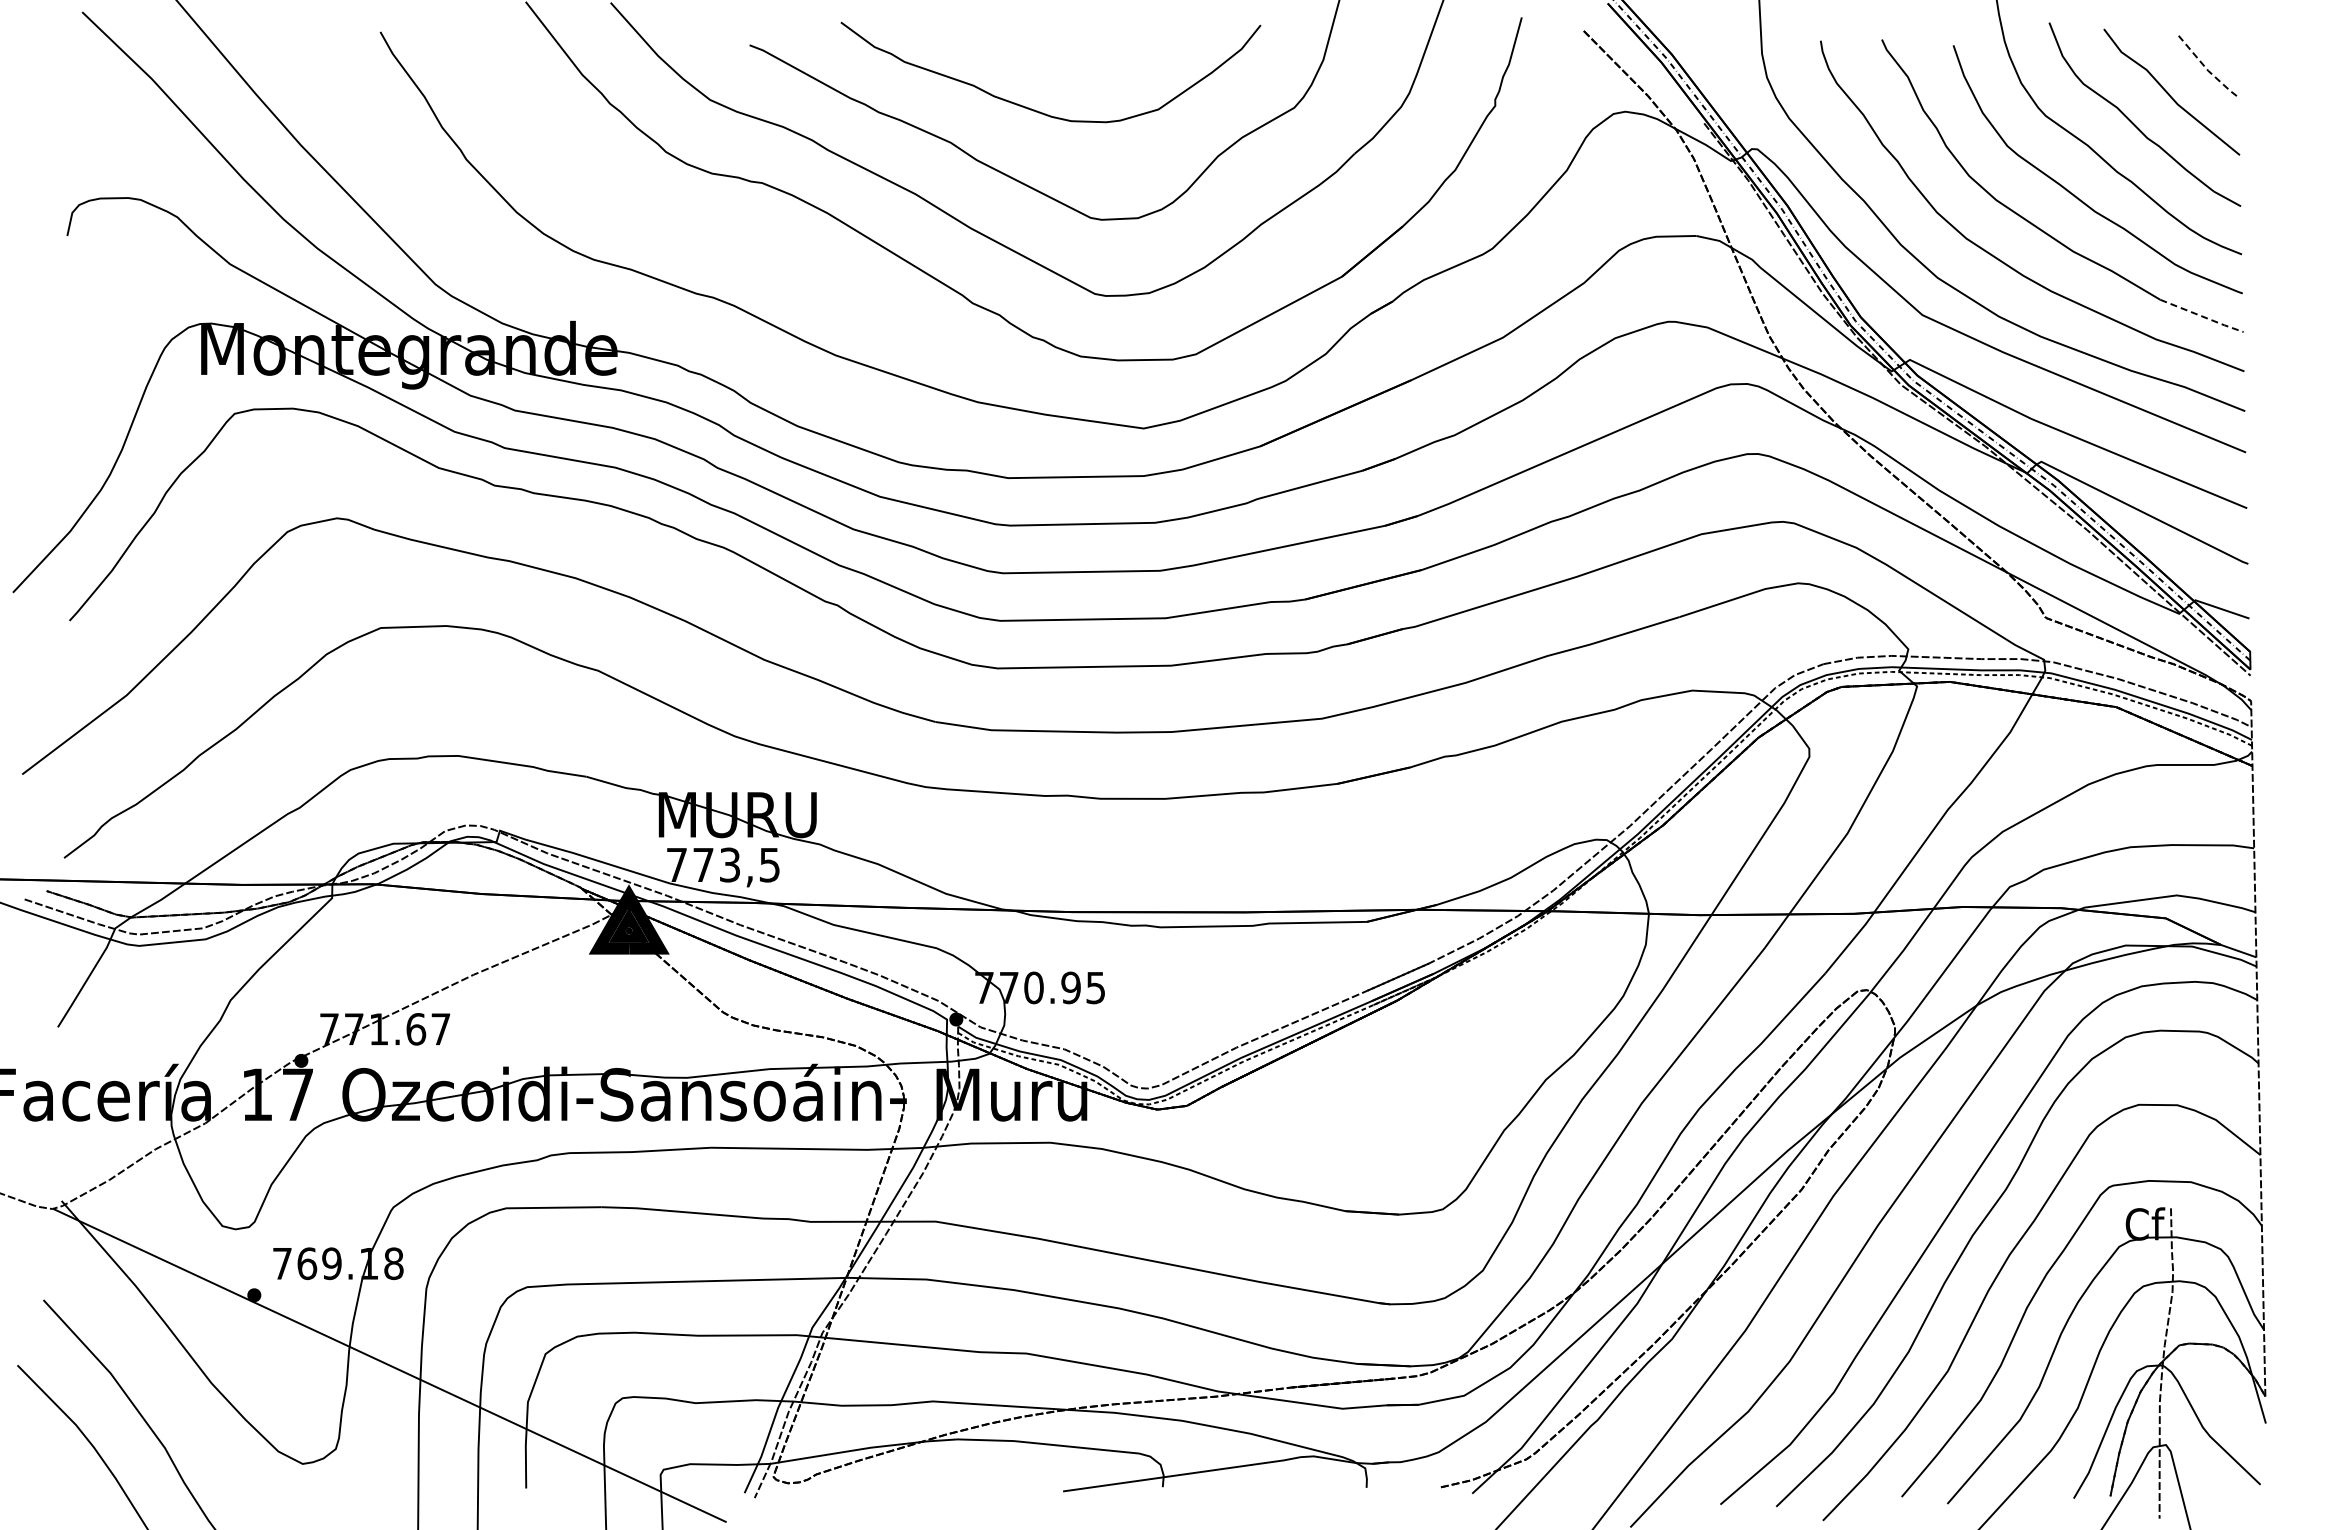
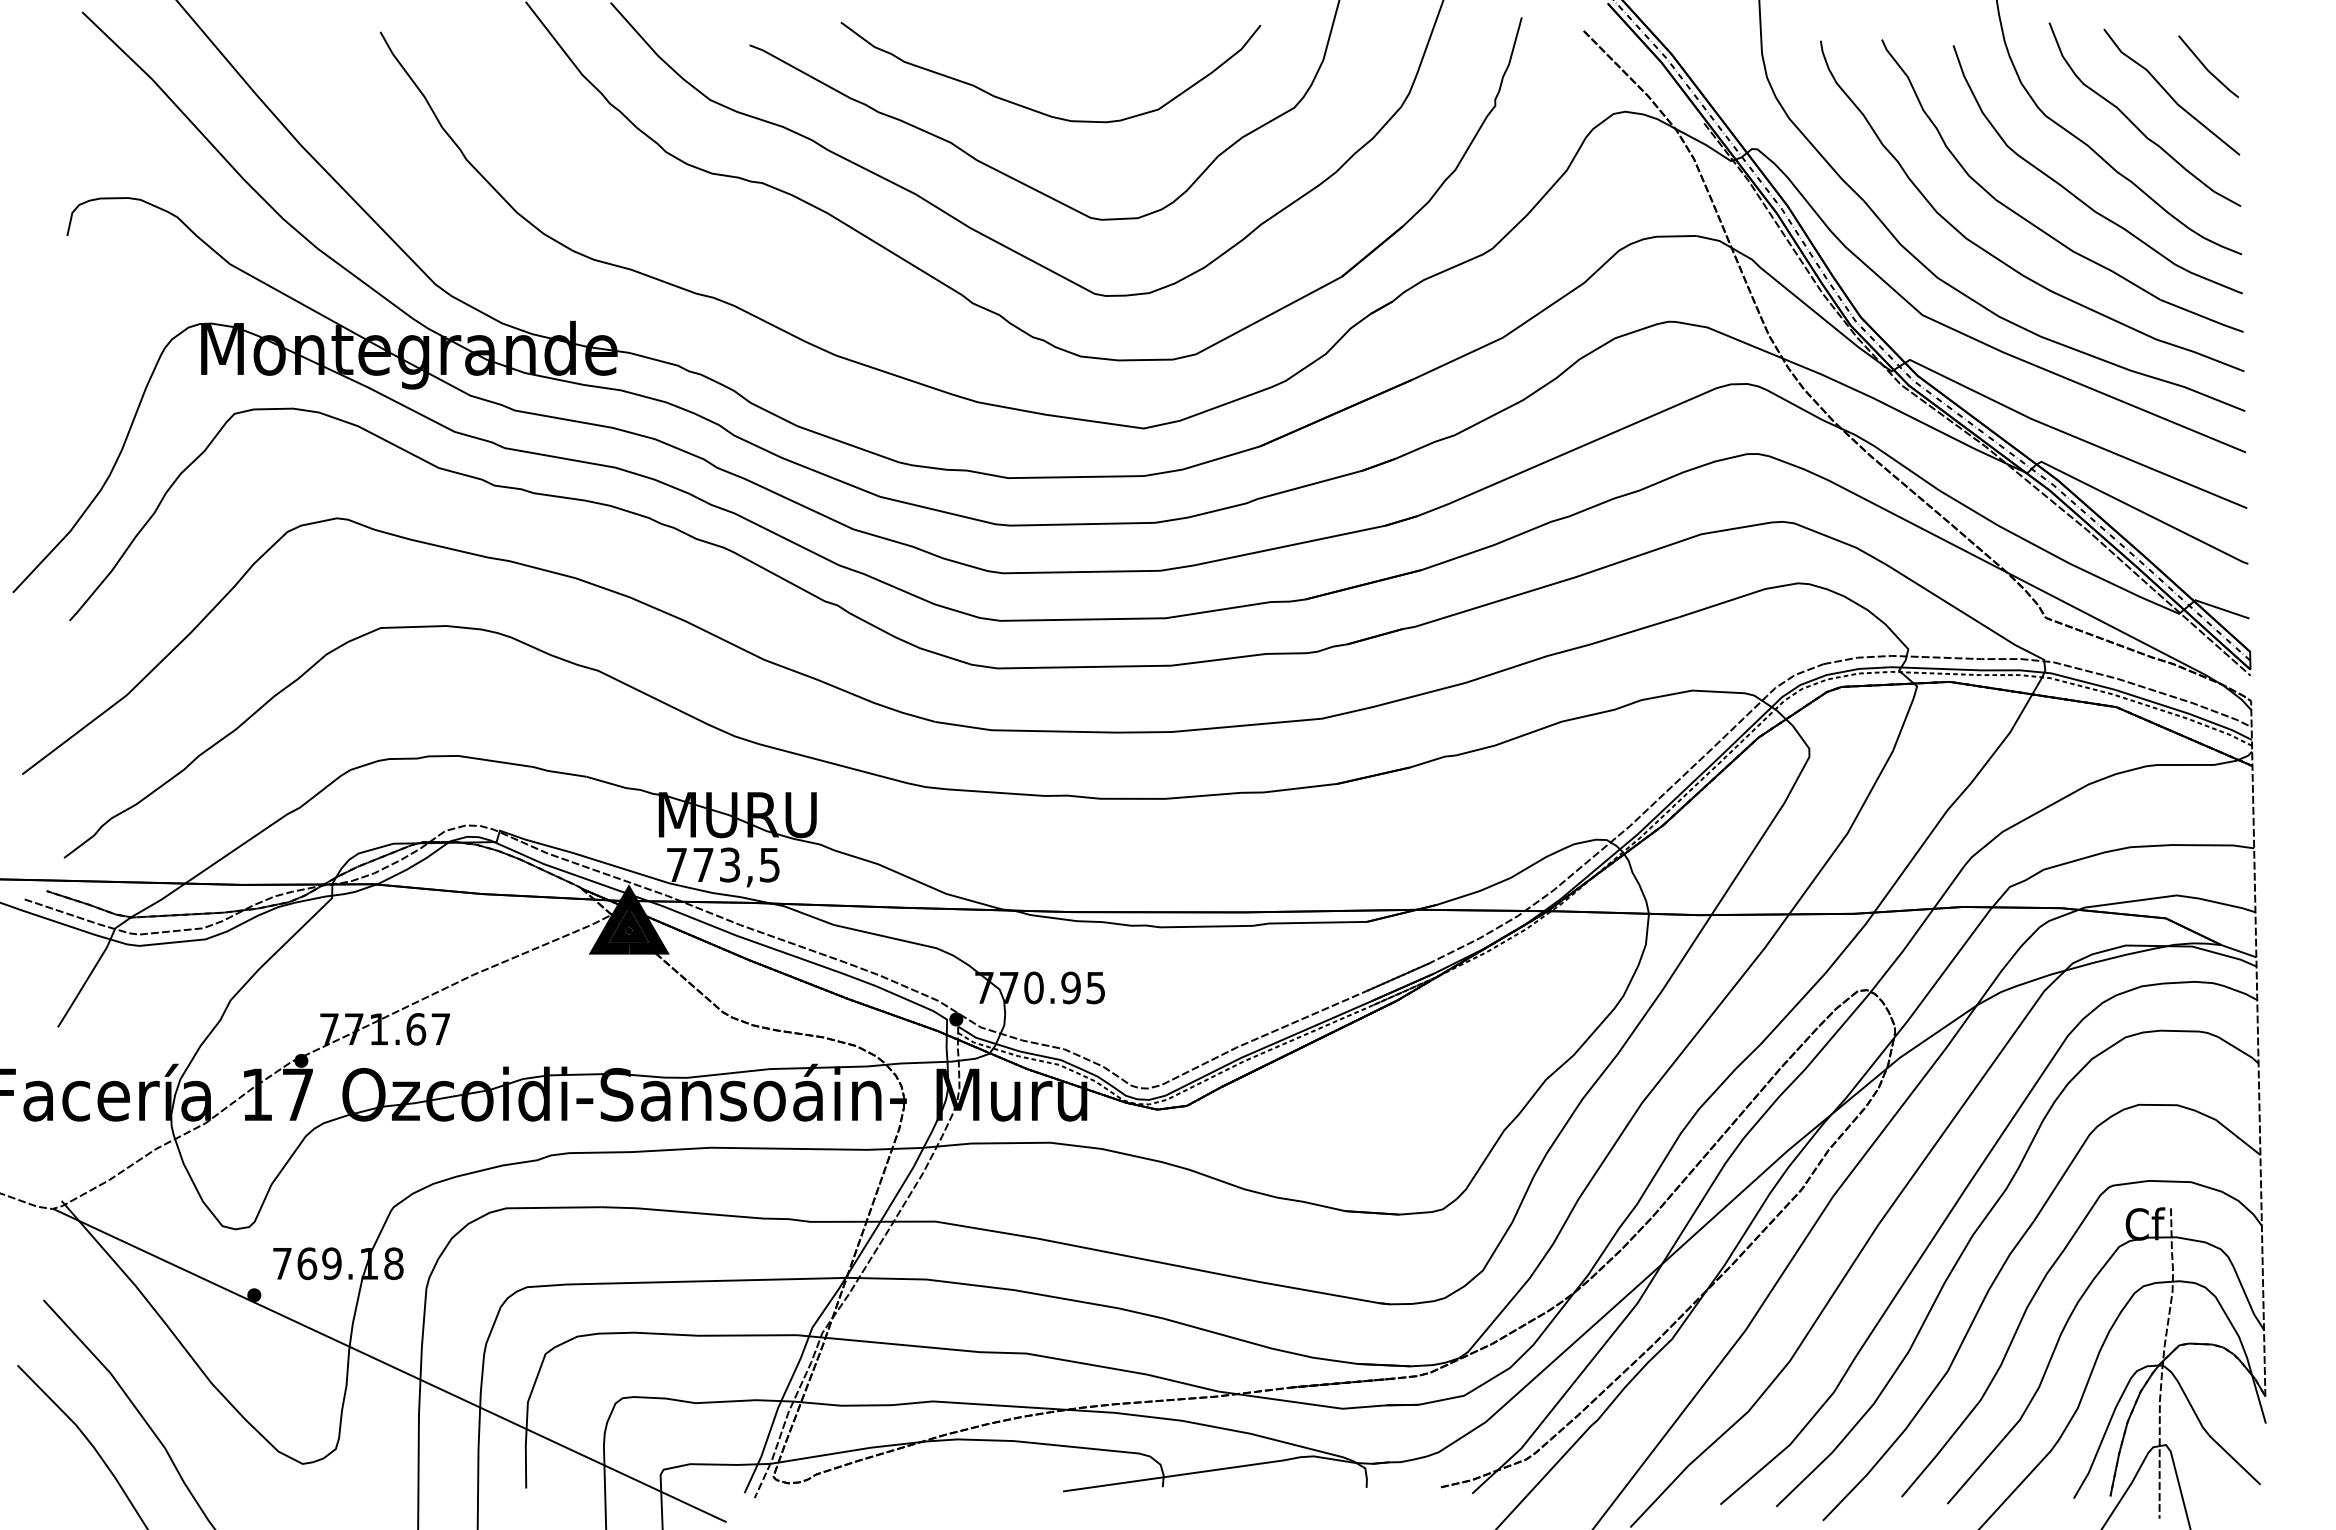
line at (2207, 69): dashed -> solid
line at (2203, 316): dashed -> solid
